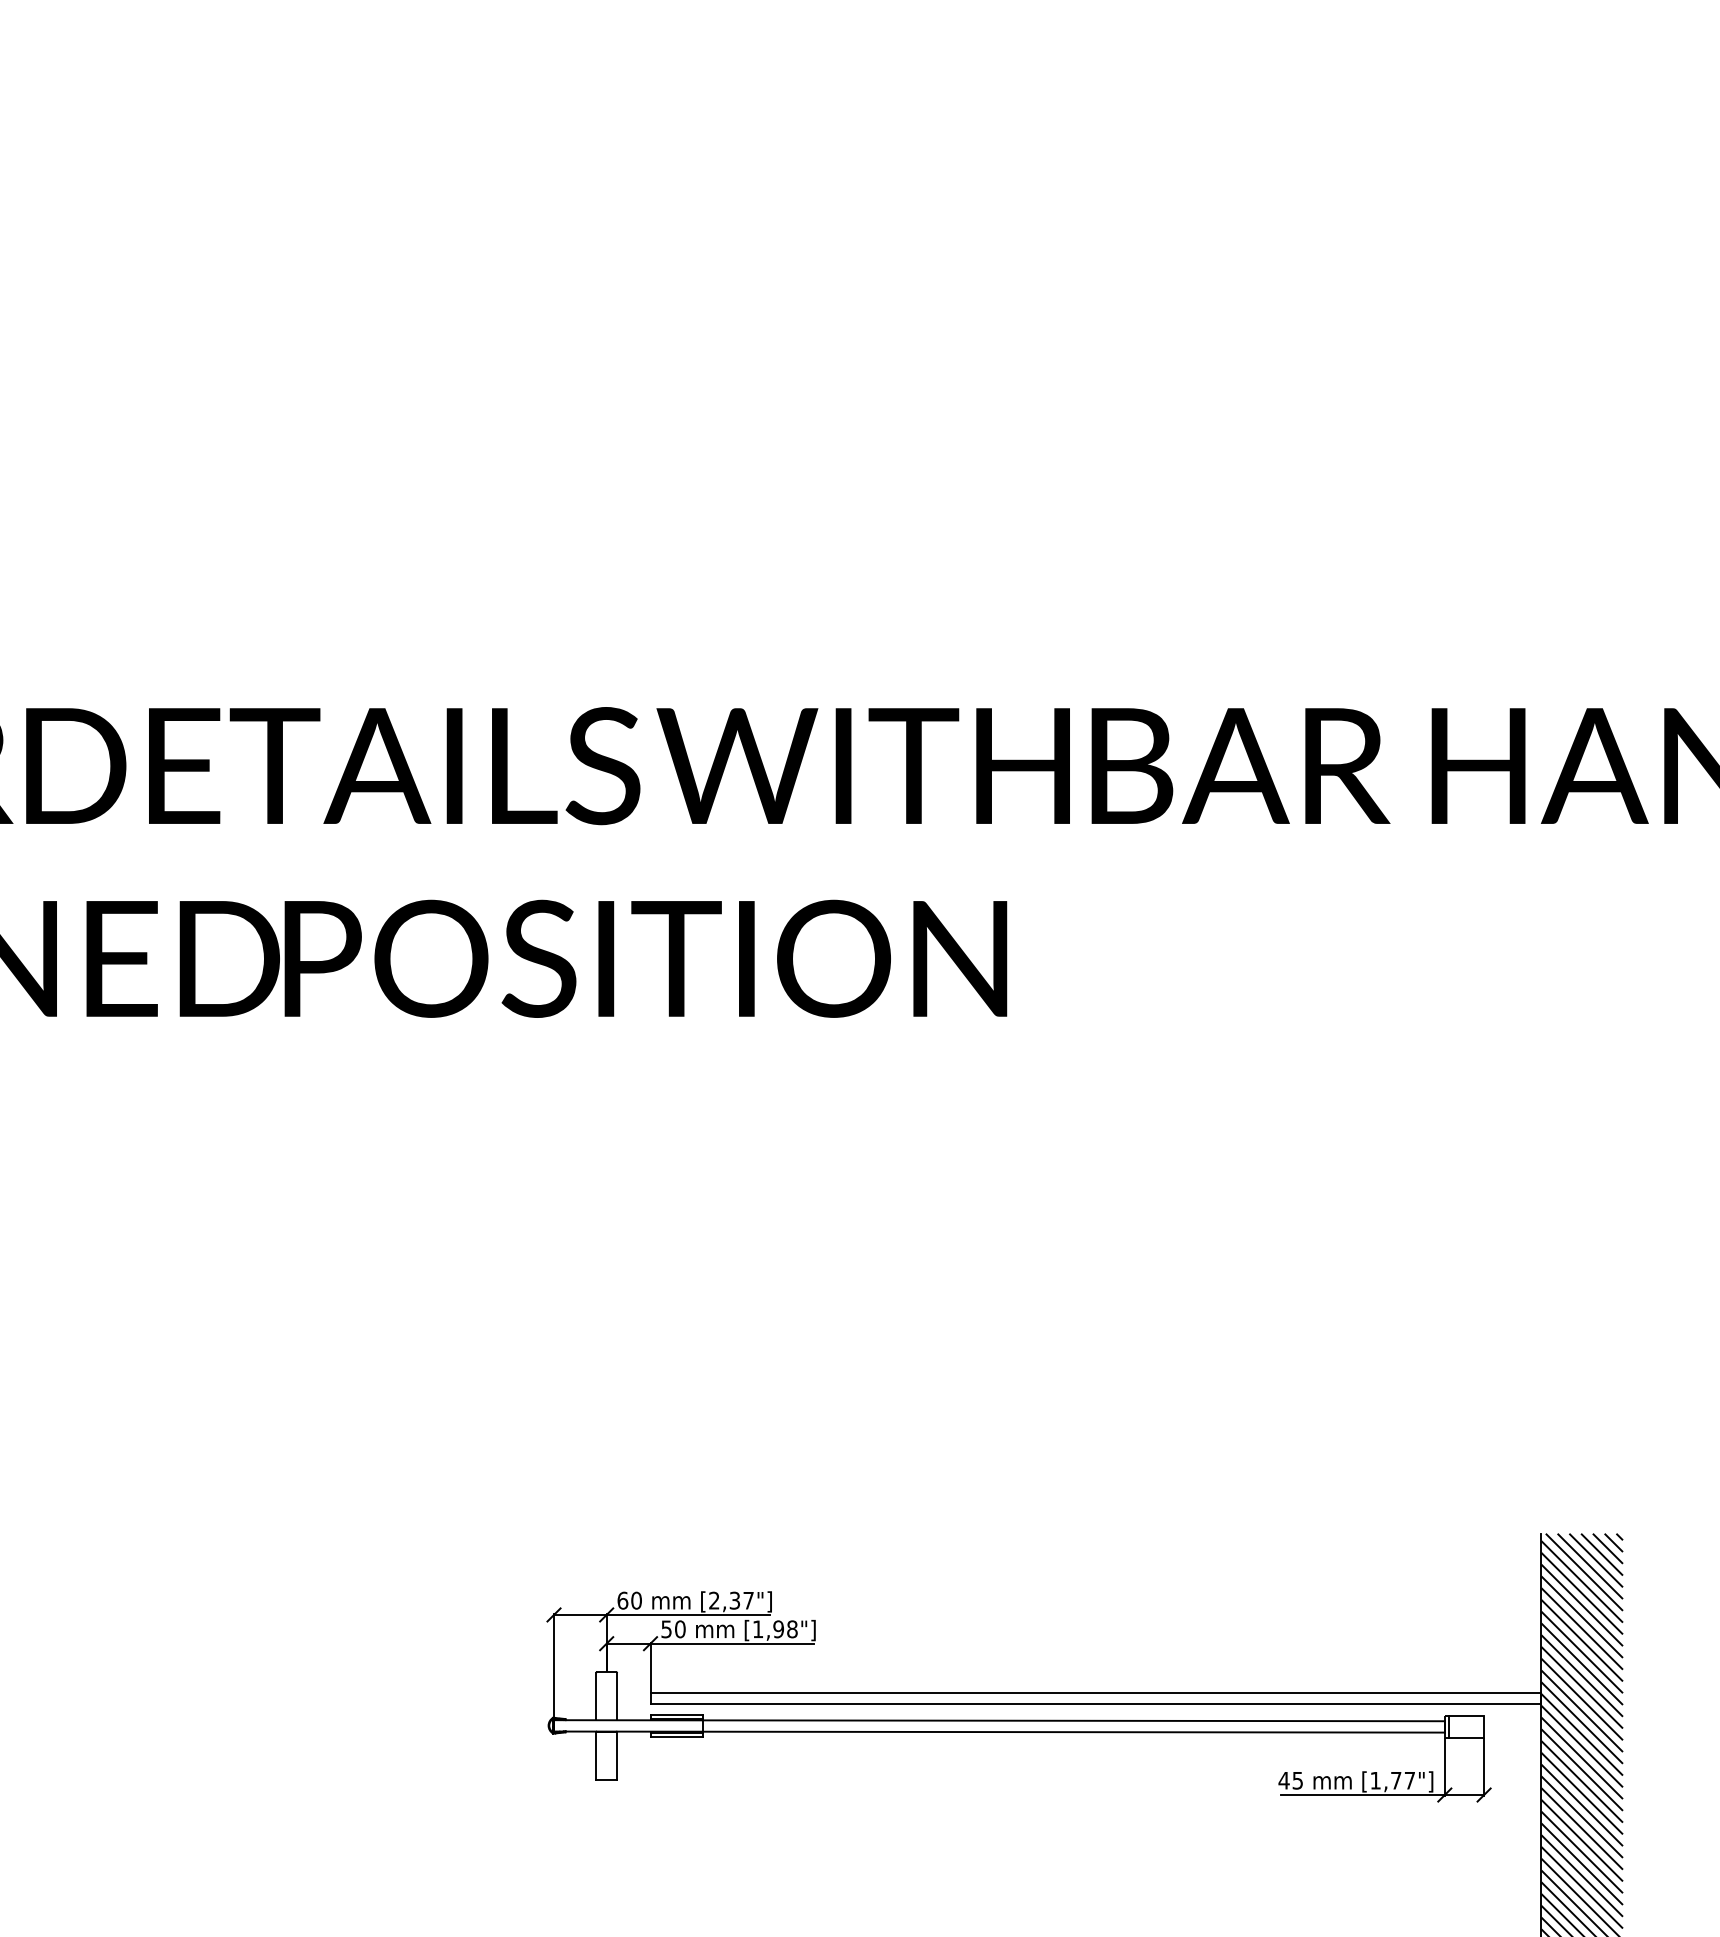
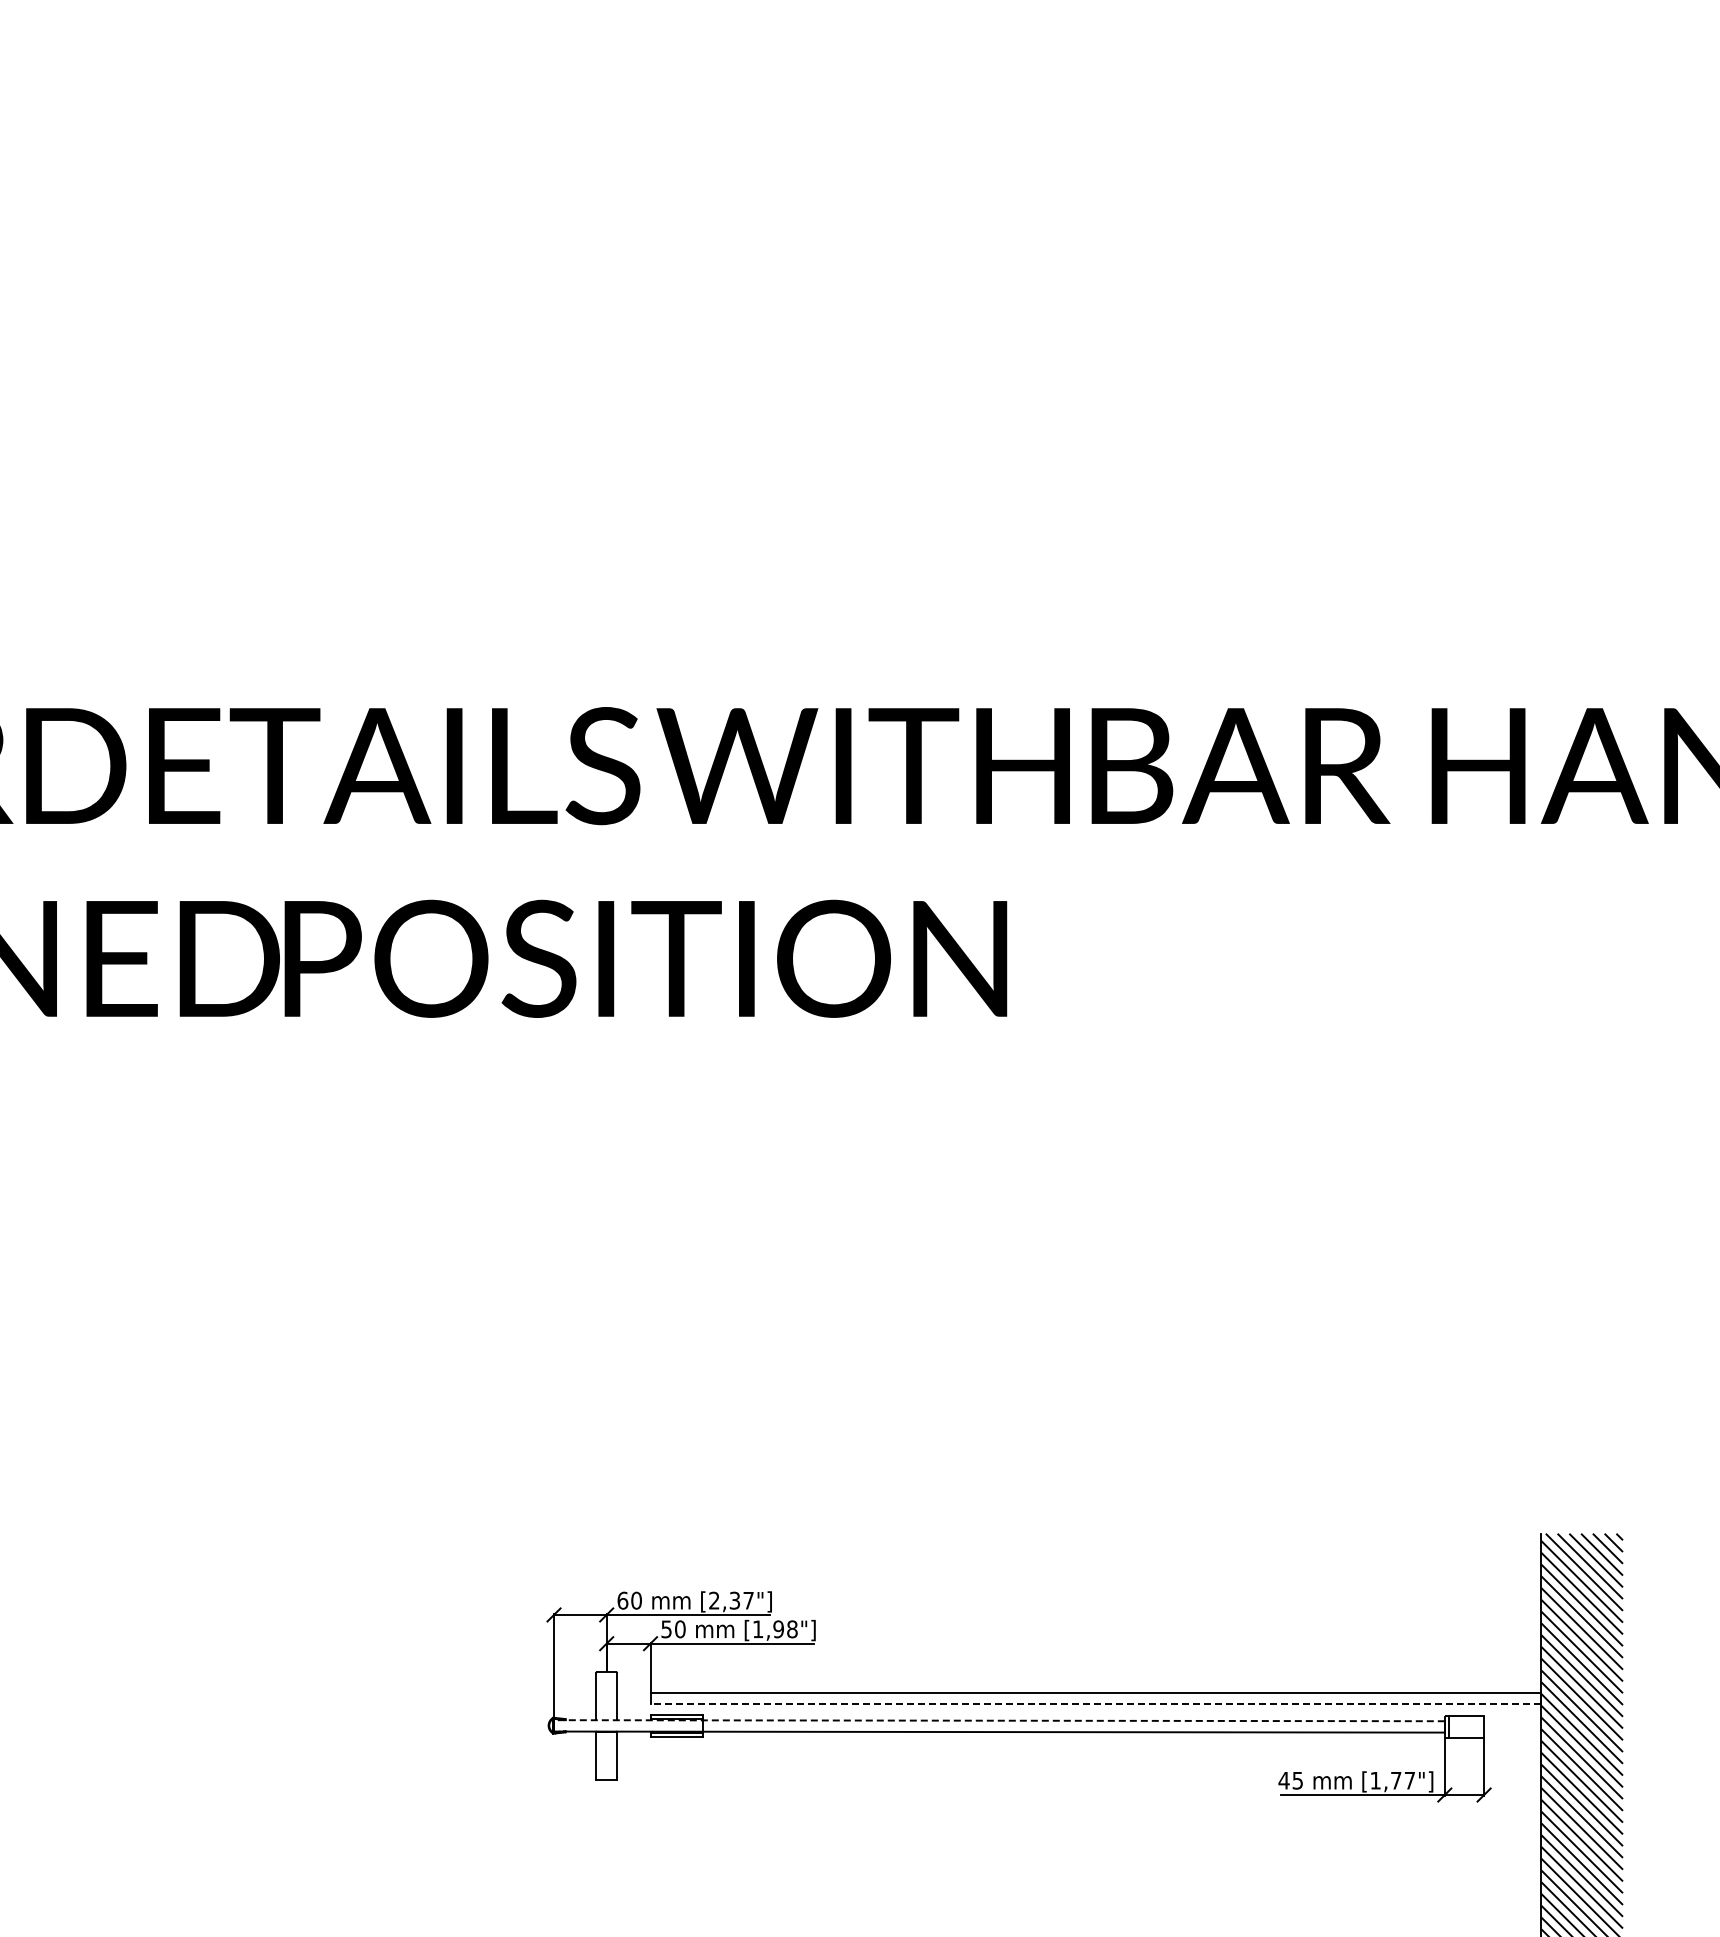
line at (1095, 1704): solid -> dashed
line at (998, 1720): solid -> dashed
